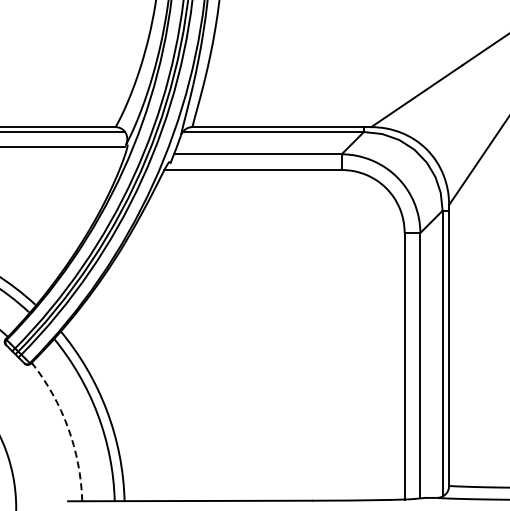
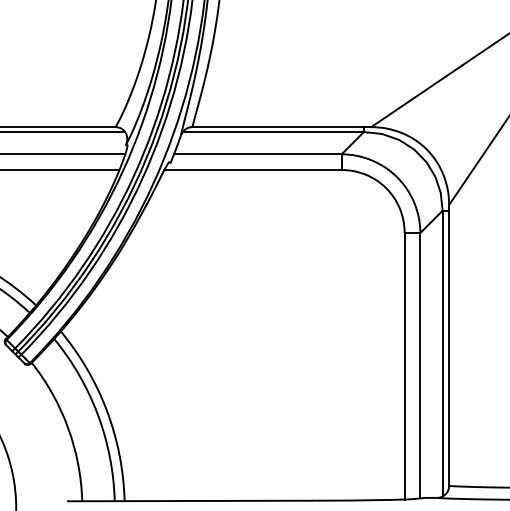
line at (63, 147) position: (63, 147) -> (63, 154)
line at (60, 170): none -> present
arc at (68, 427): dashed -> solid
